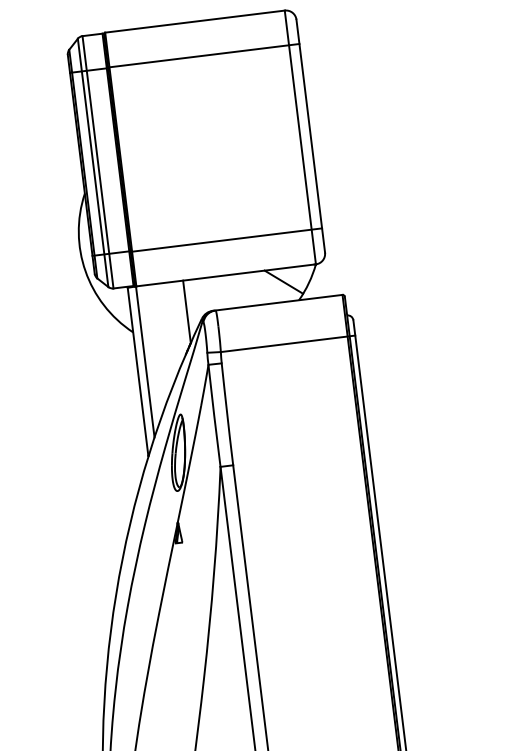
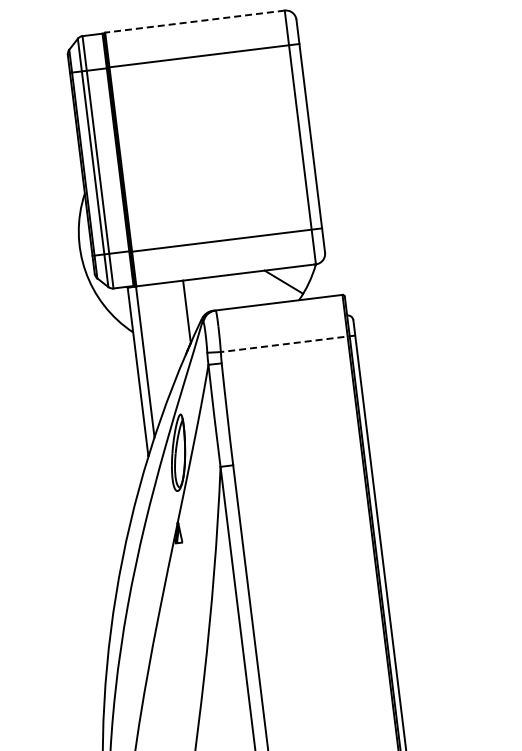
line at (194, 21): solid -> dashed
line at (288, 343): solid -> dashed
